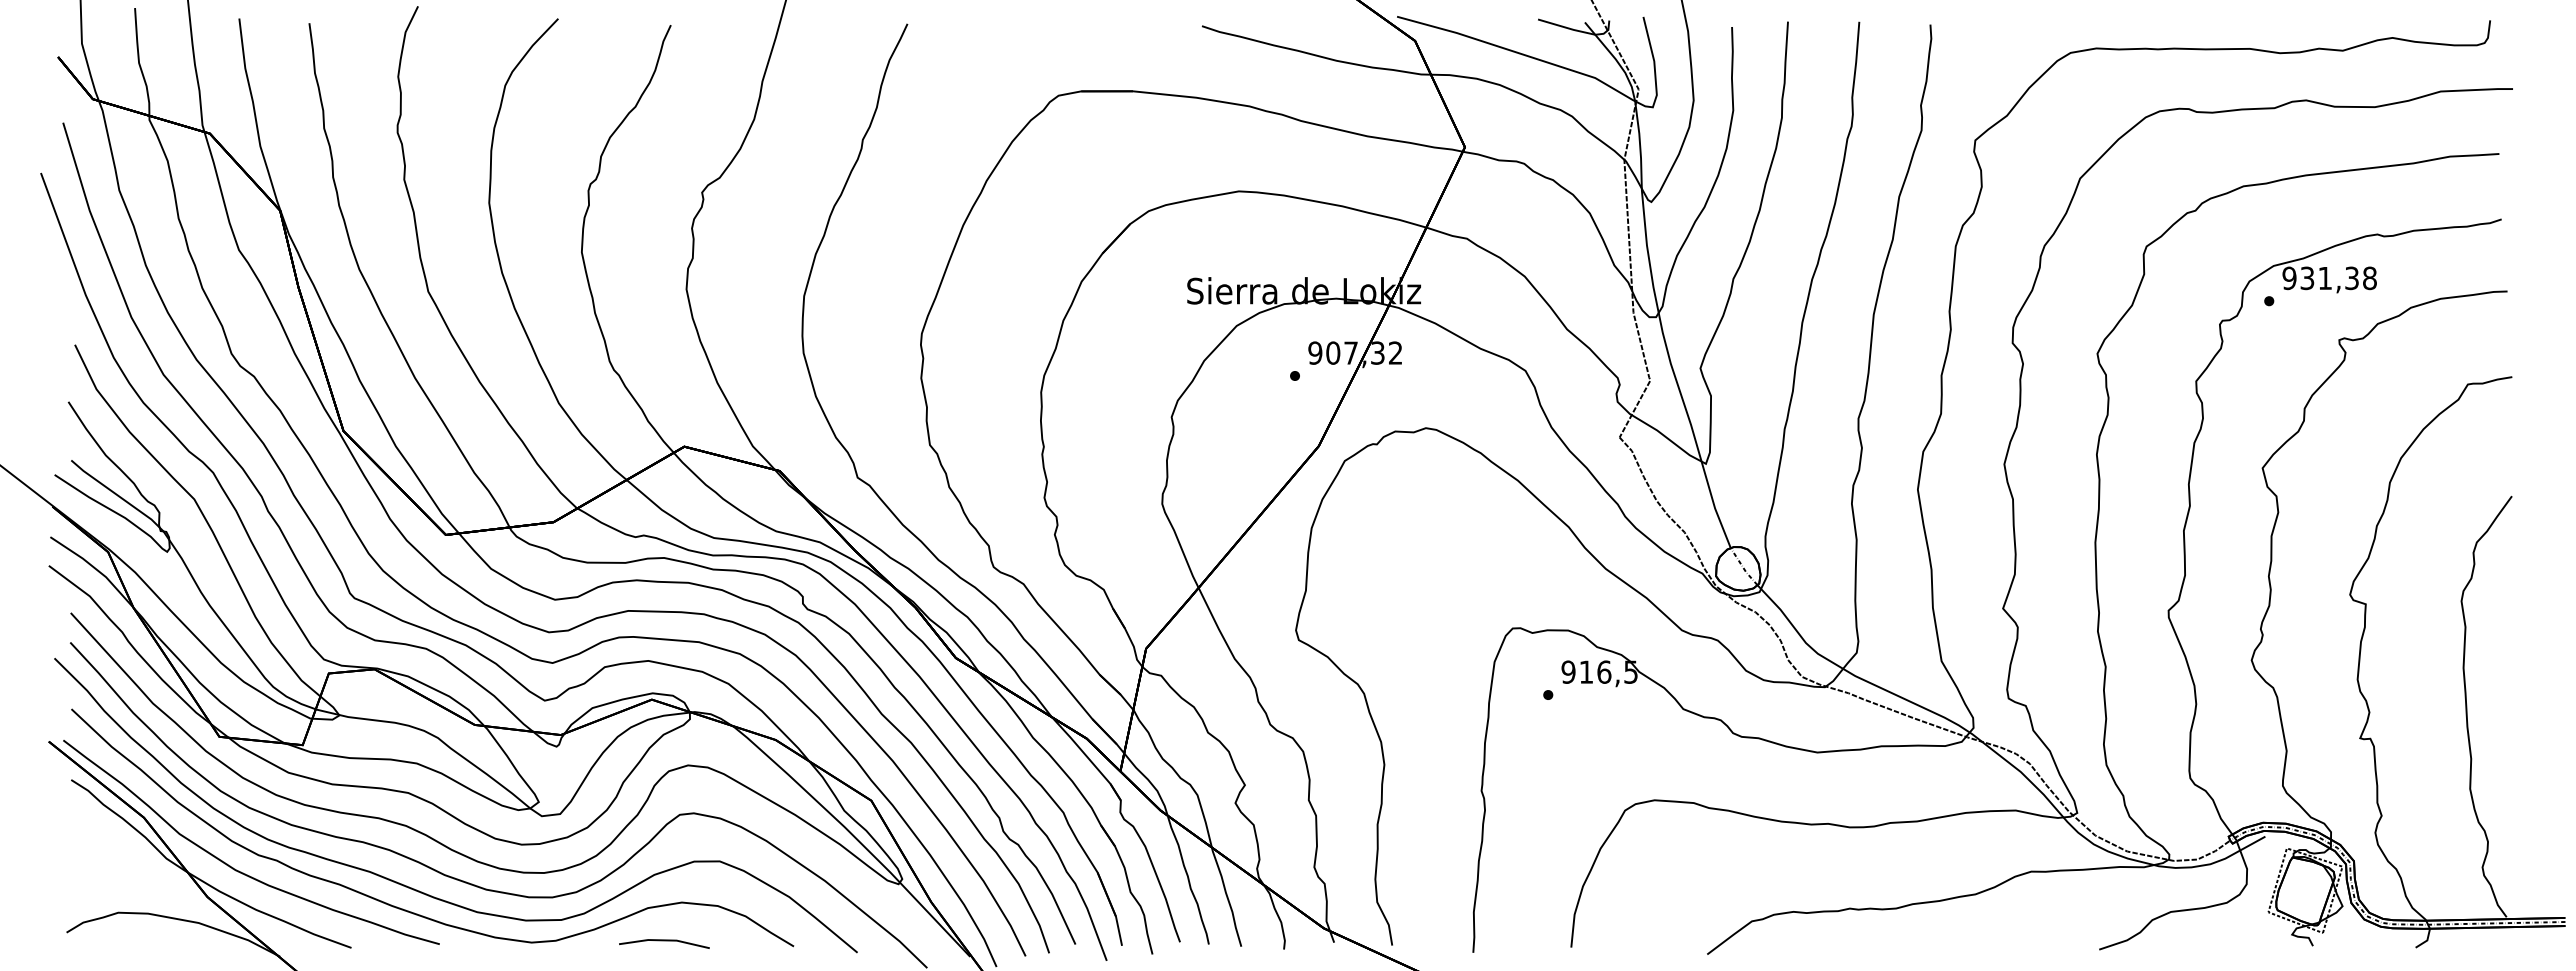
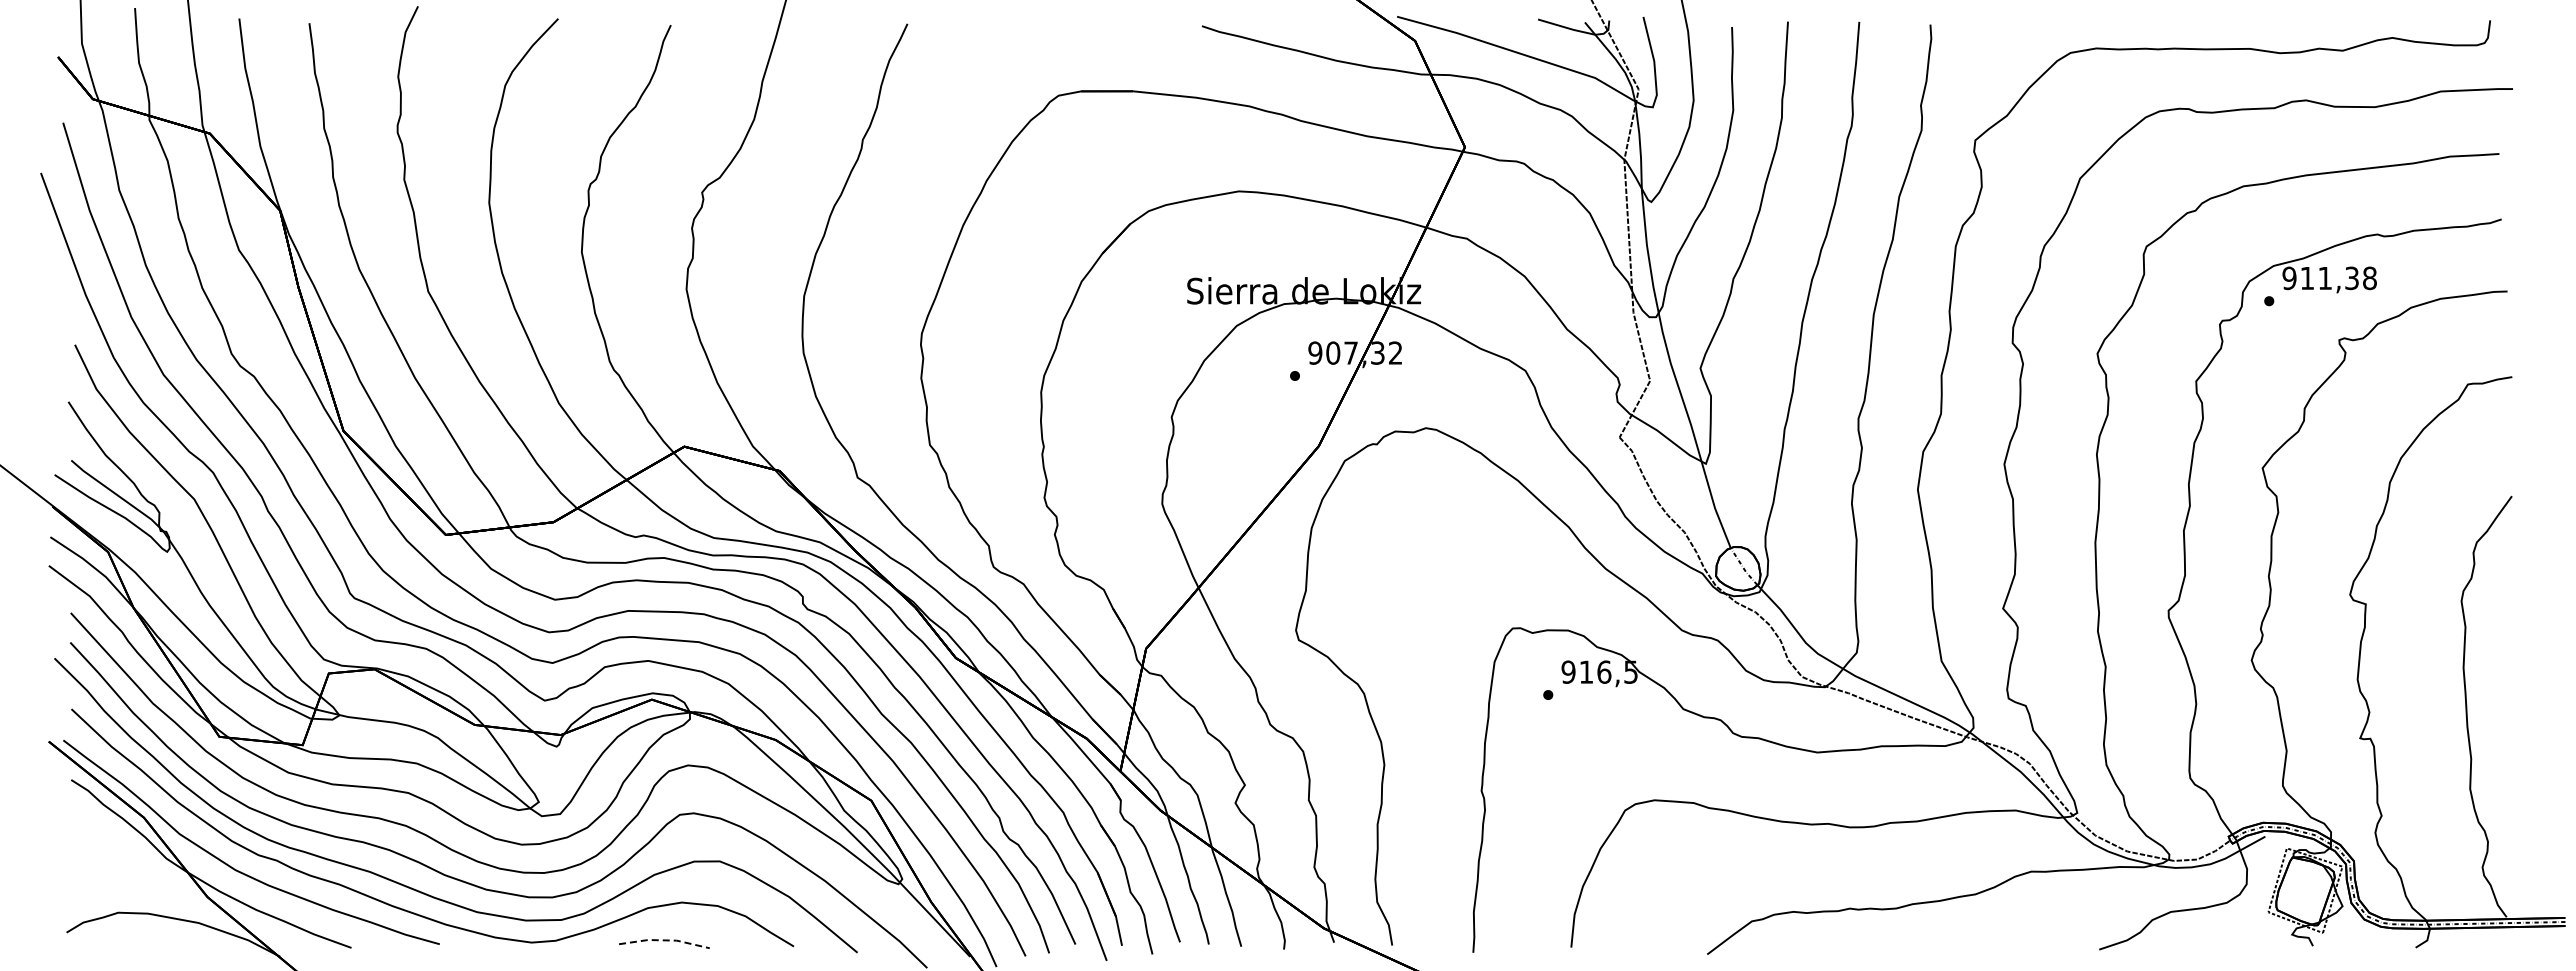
text at (2307, 278): 931,38 -> 911,38
line at (664, 940): solid -> dashed
